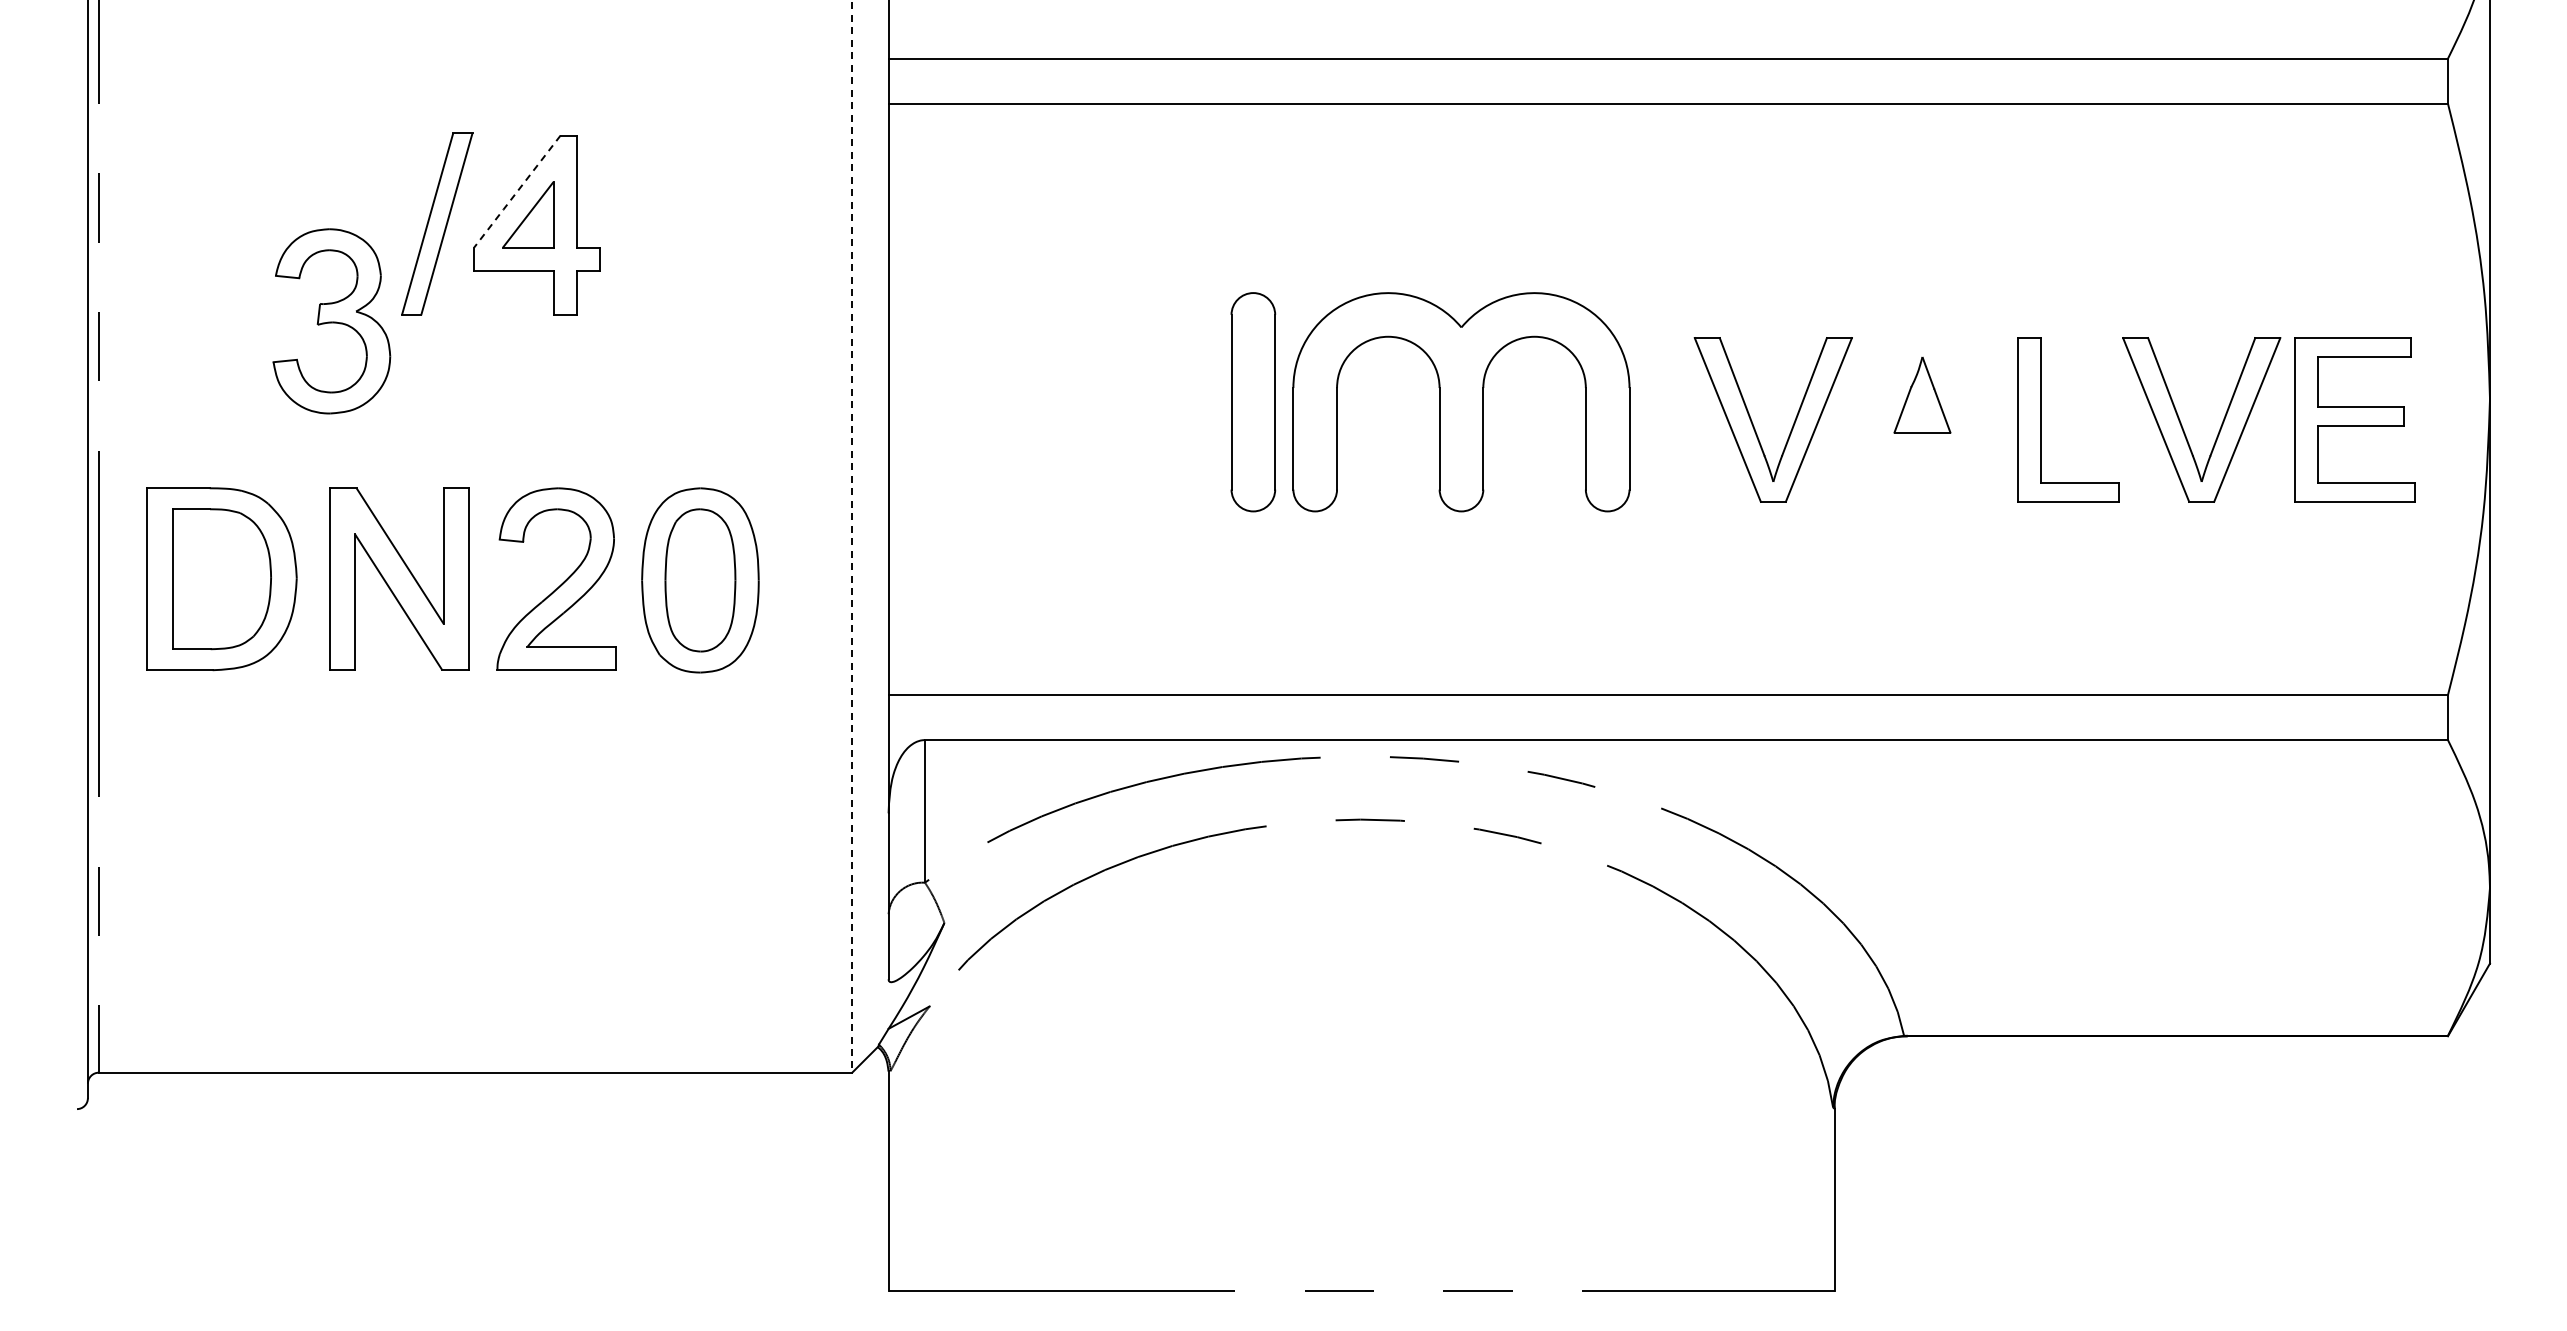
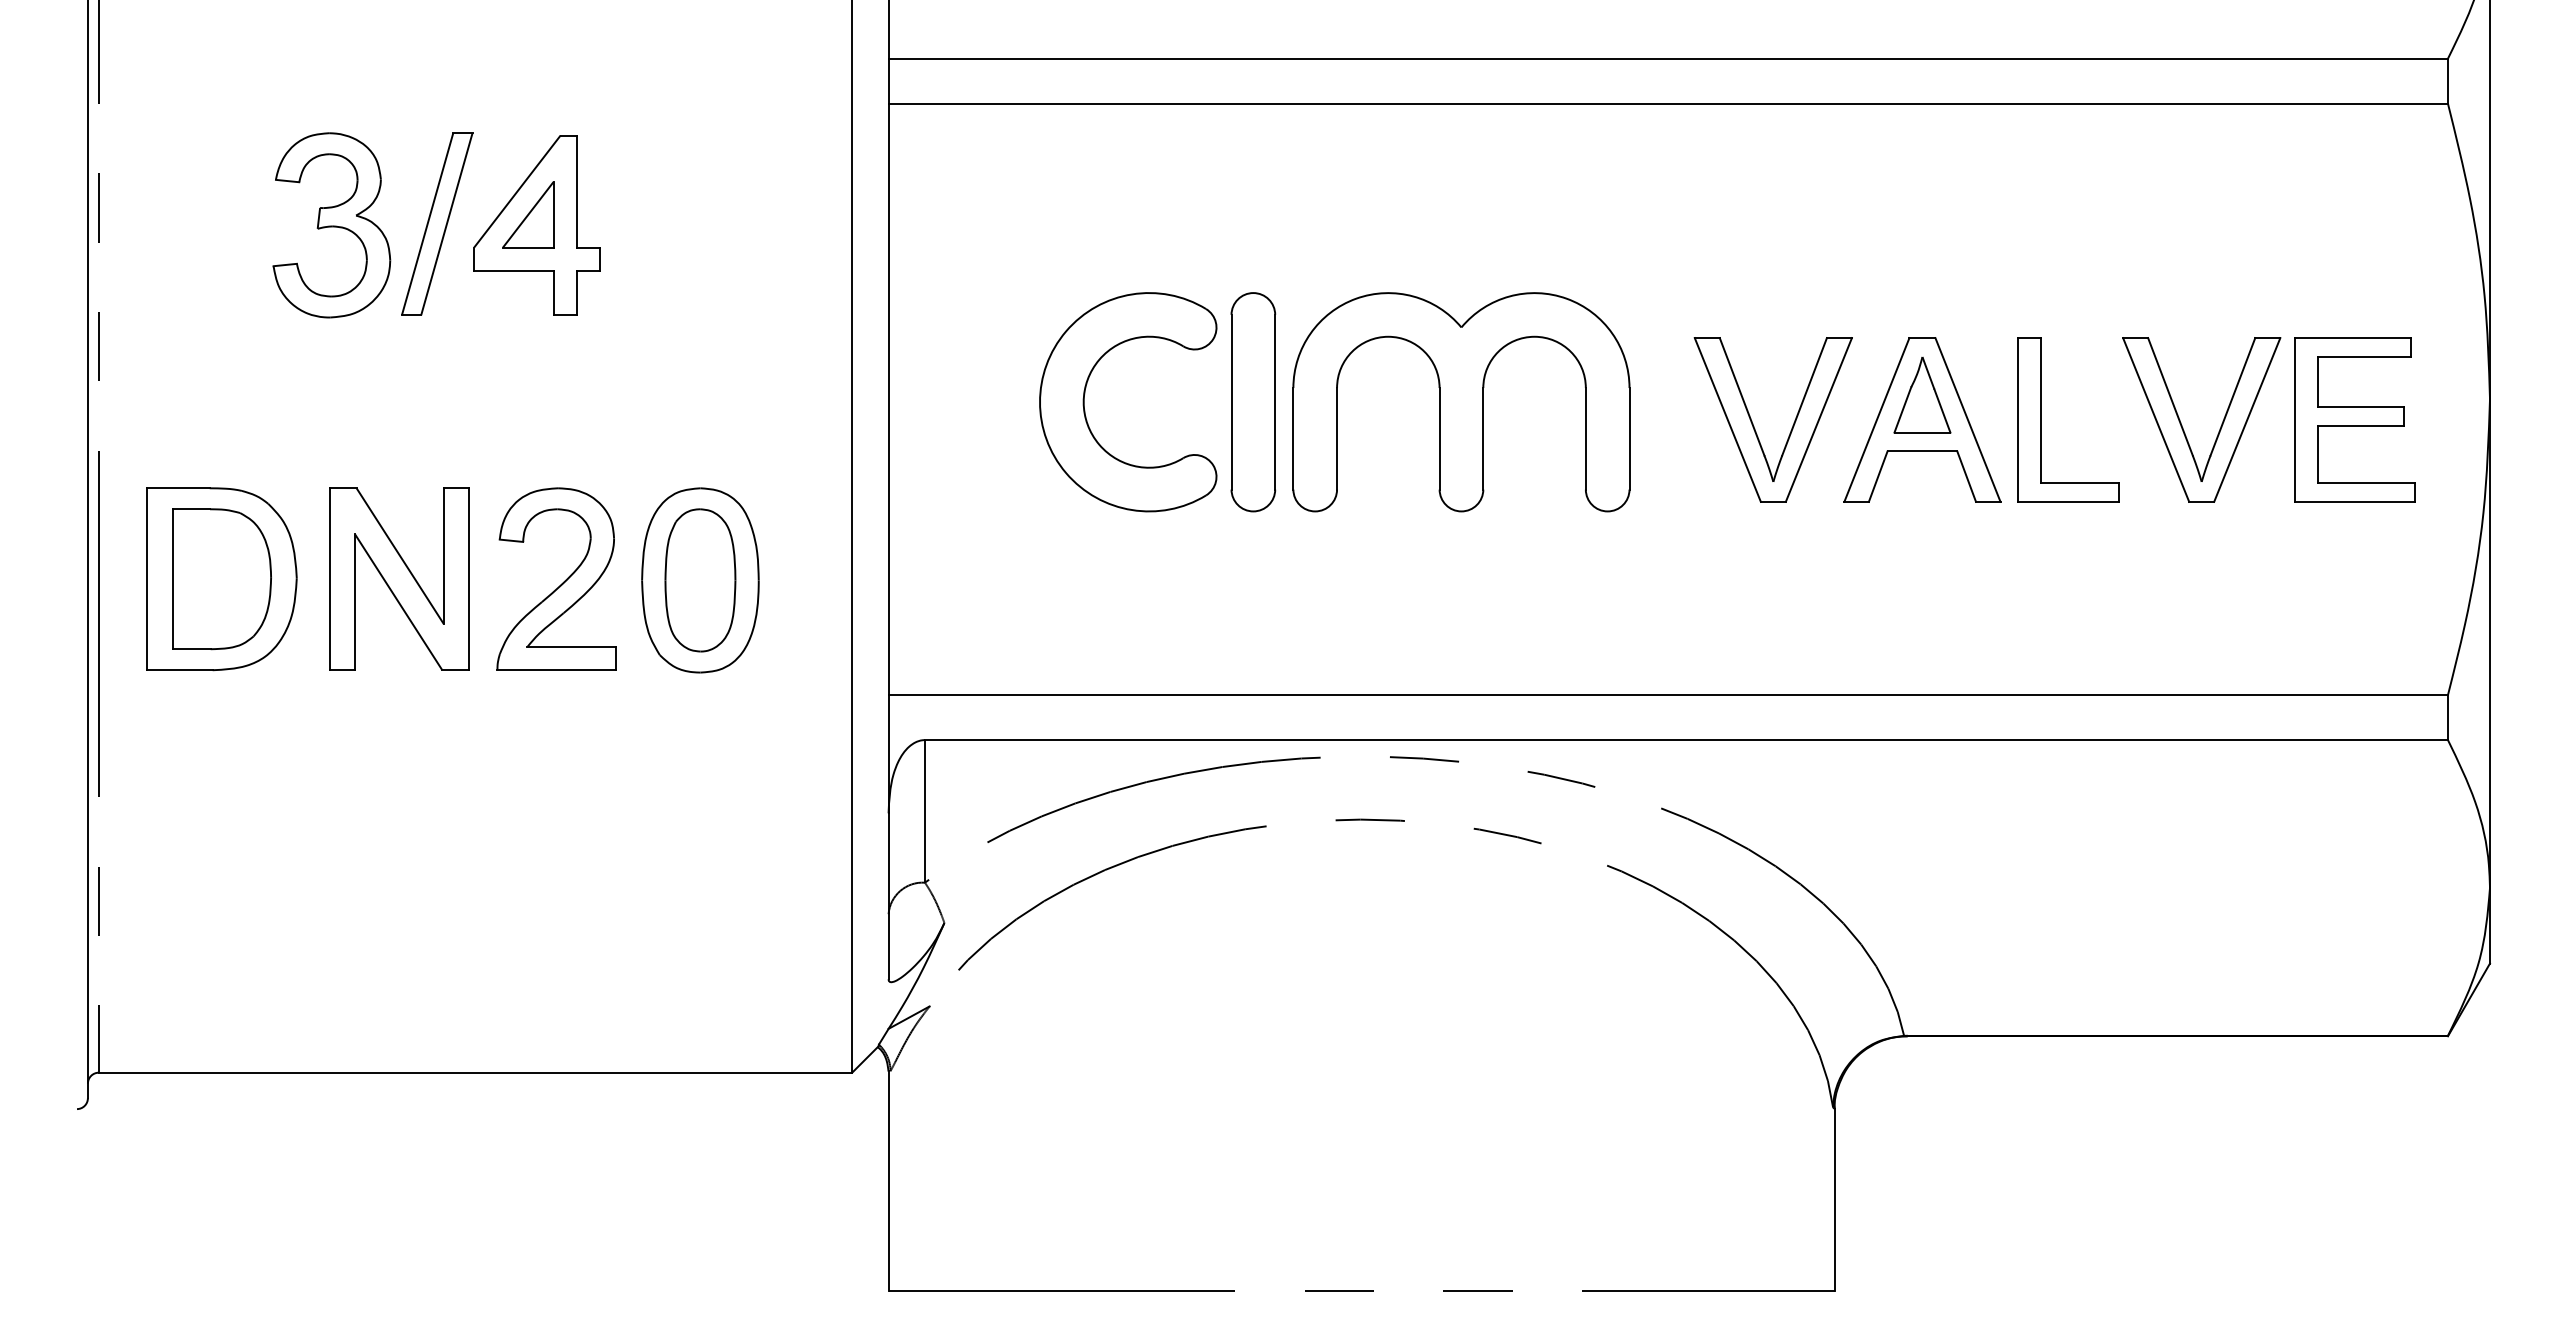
line at (517, 191): dashed -> solid
part at (331, 321) position: (331, 321) -> (331, 225)
part at (1085, 394): none -> present
part at (1922, 419): none -> present
line at (852, 536): dashed -> solid
